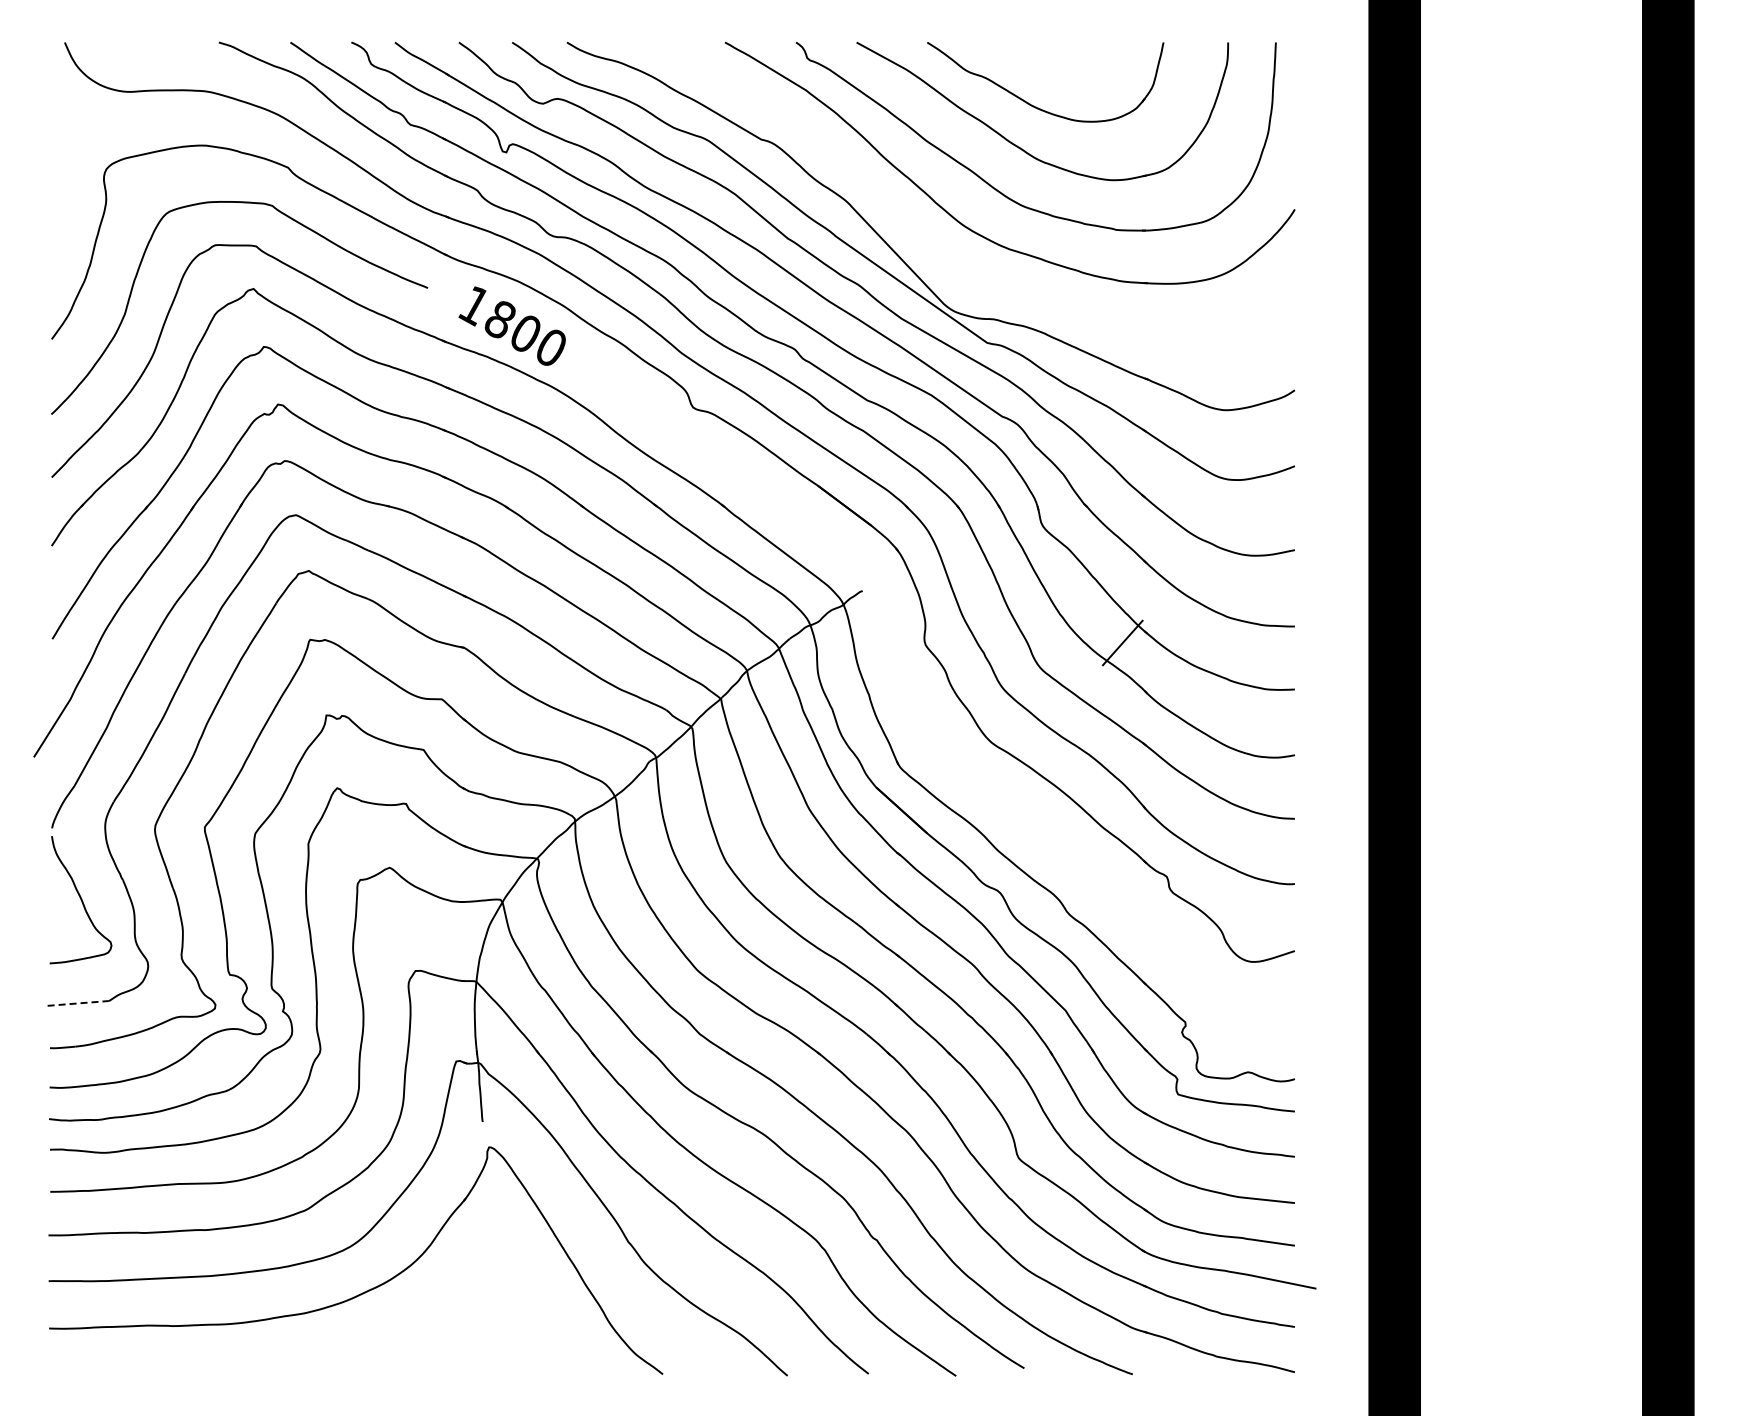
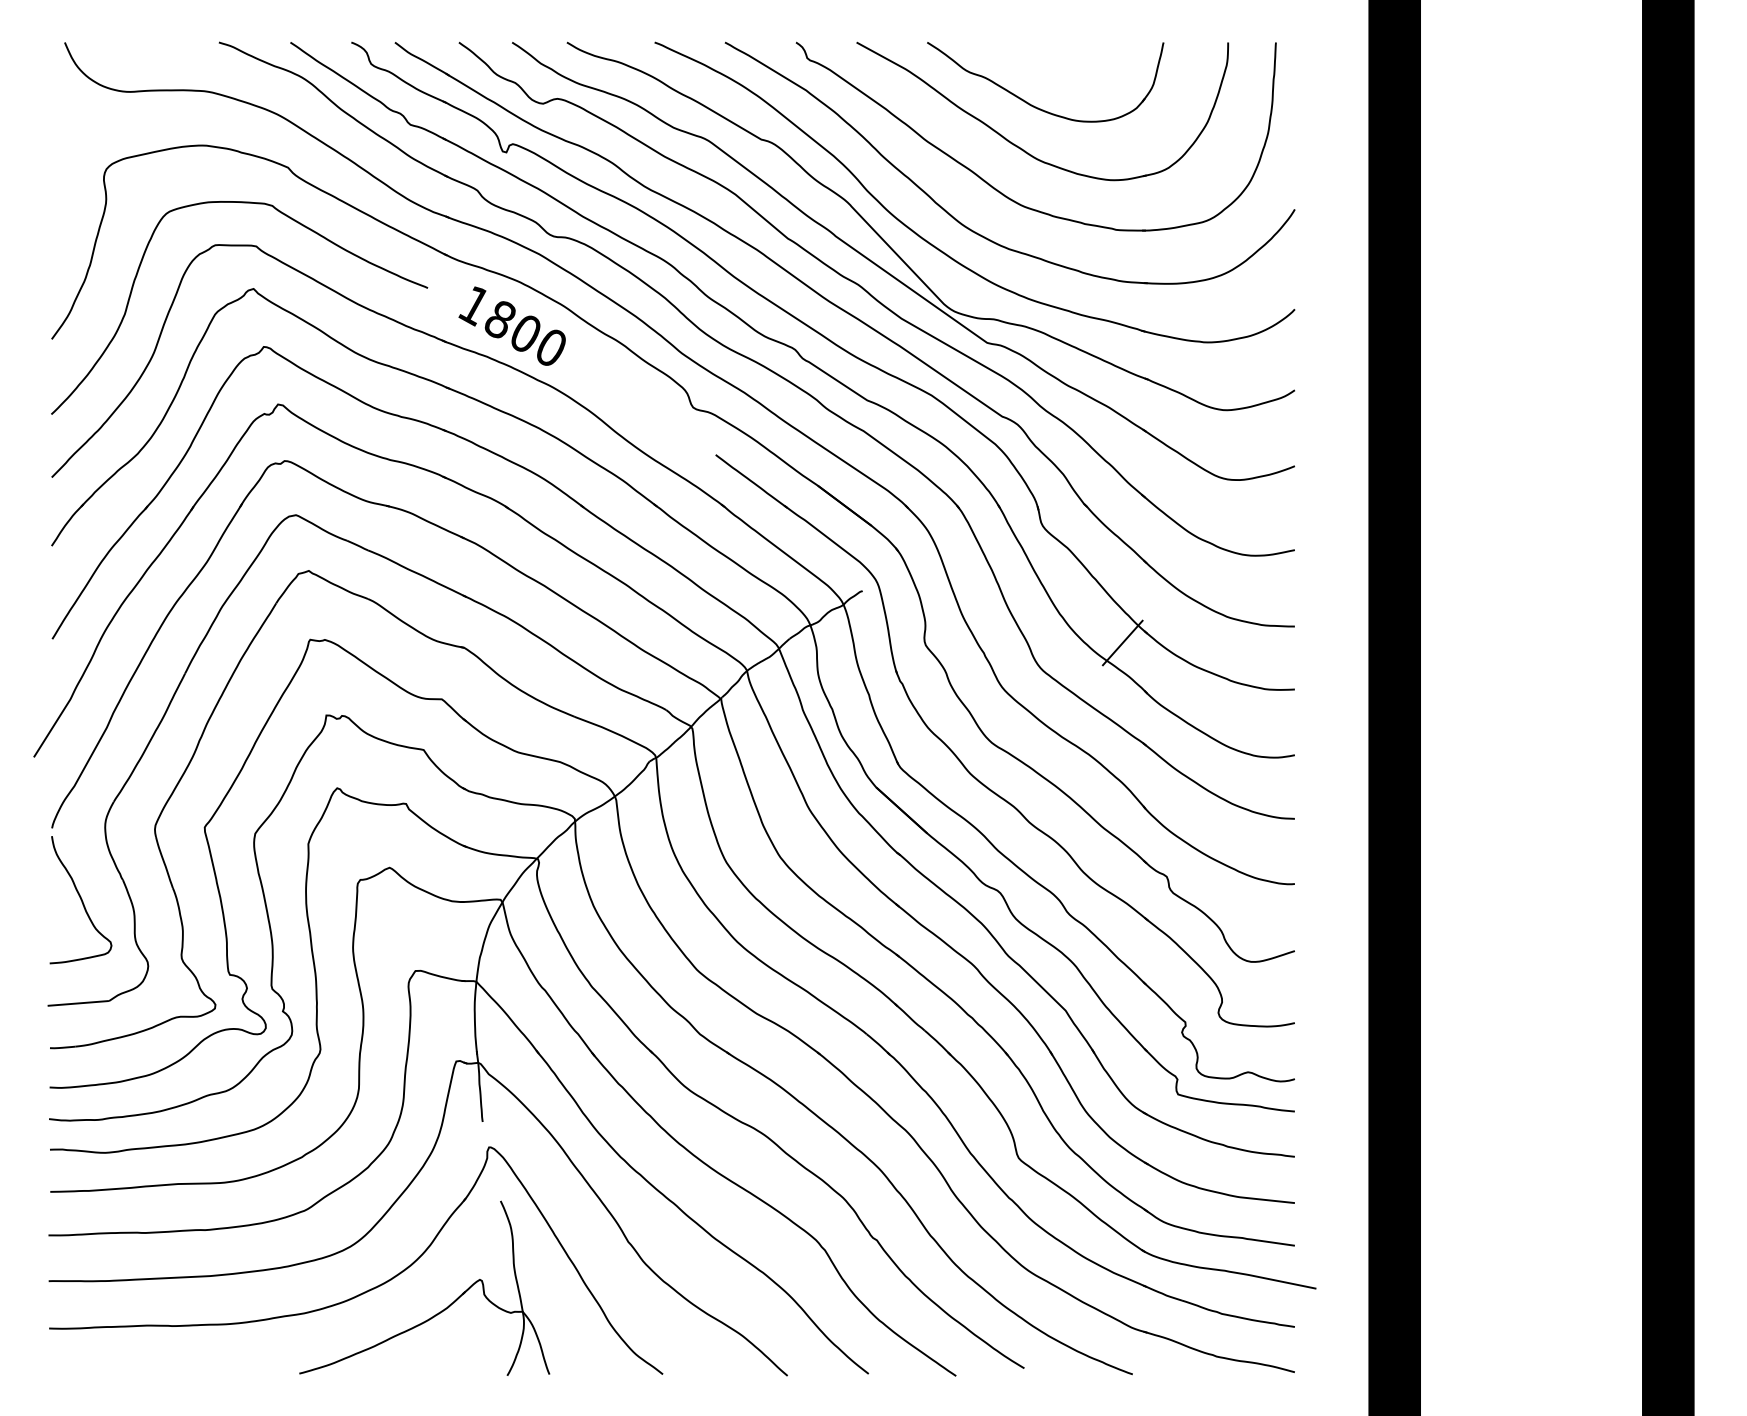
part at (933, 244): none -> present
part at (967, 768): none -> present
line at (78, 1003): dashed -> solid
part at (441, 1310): none -> present
